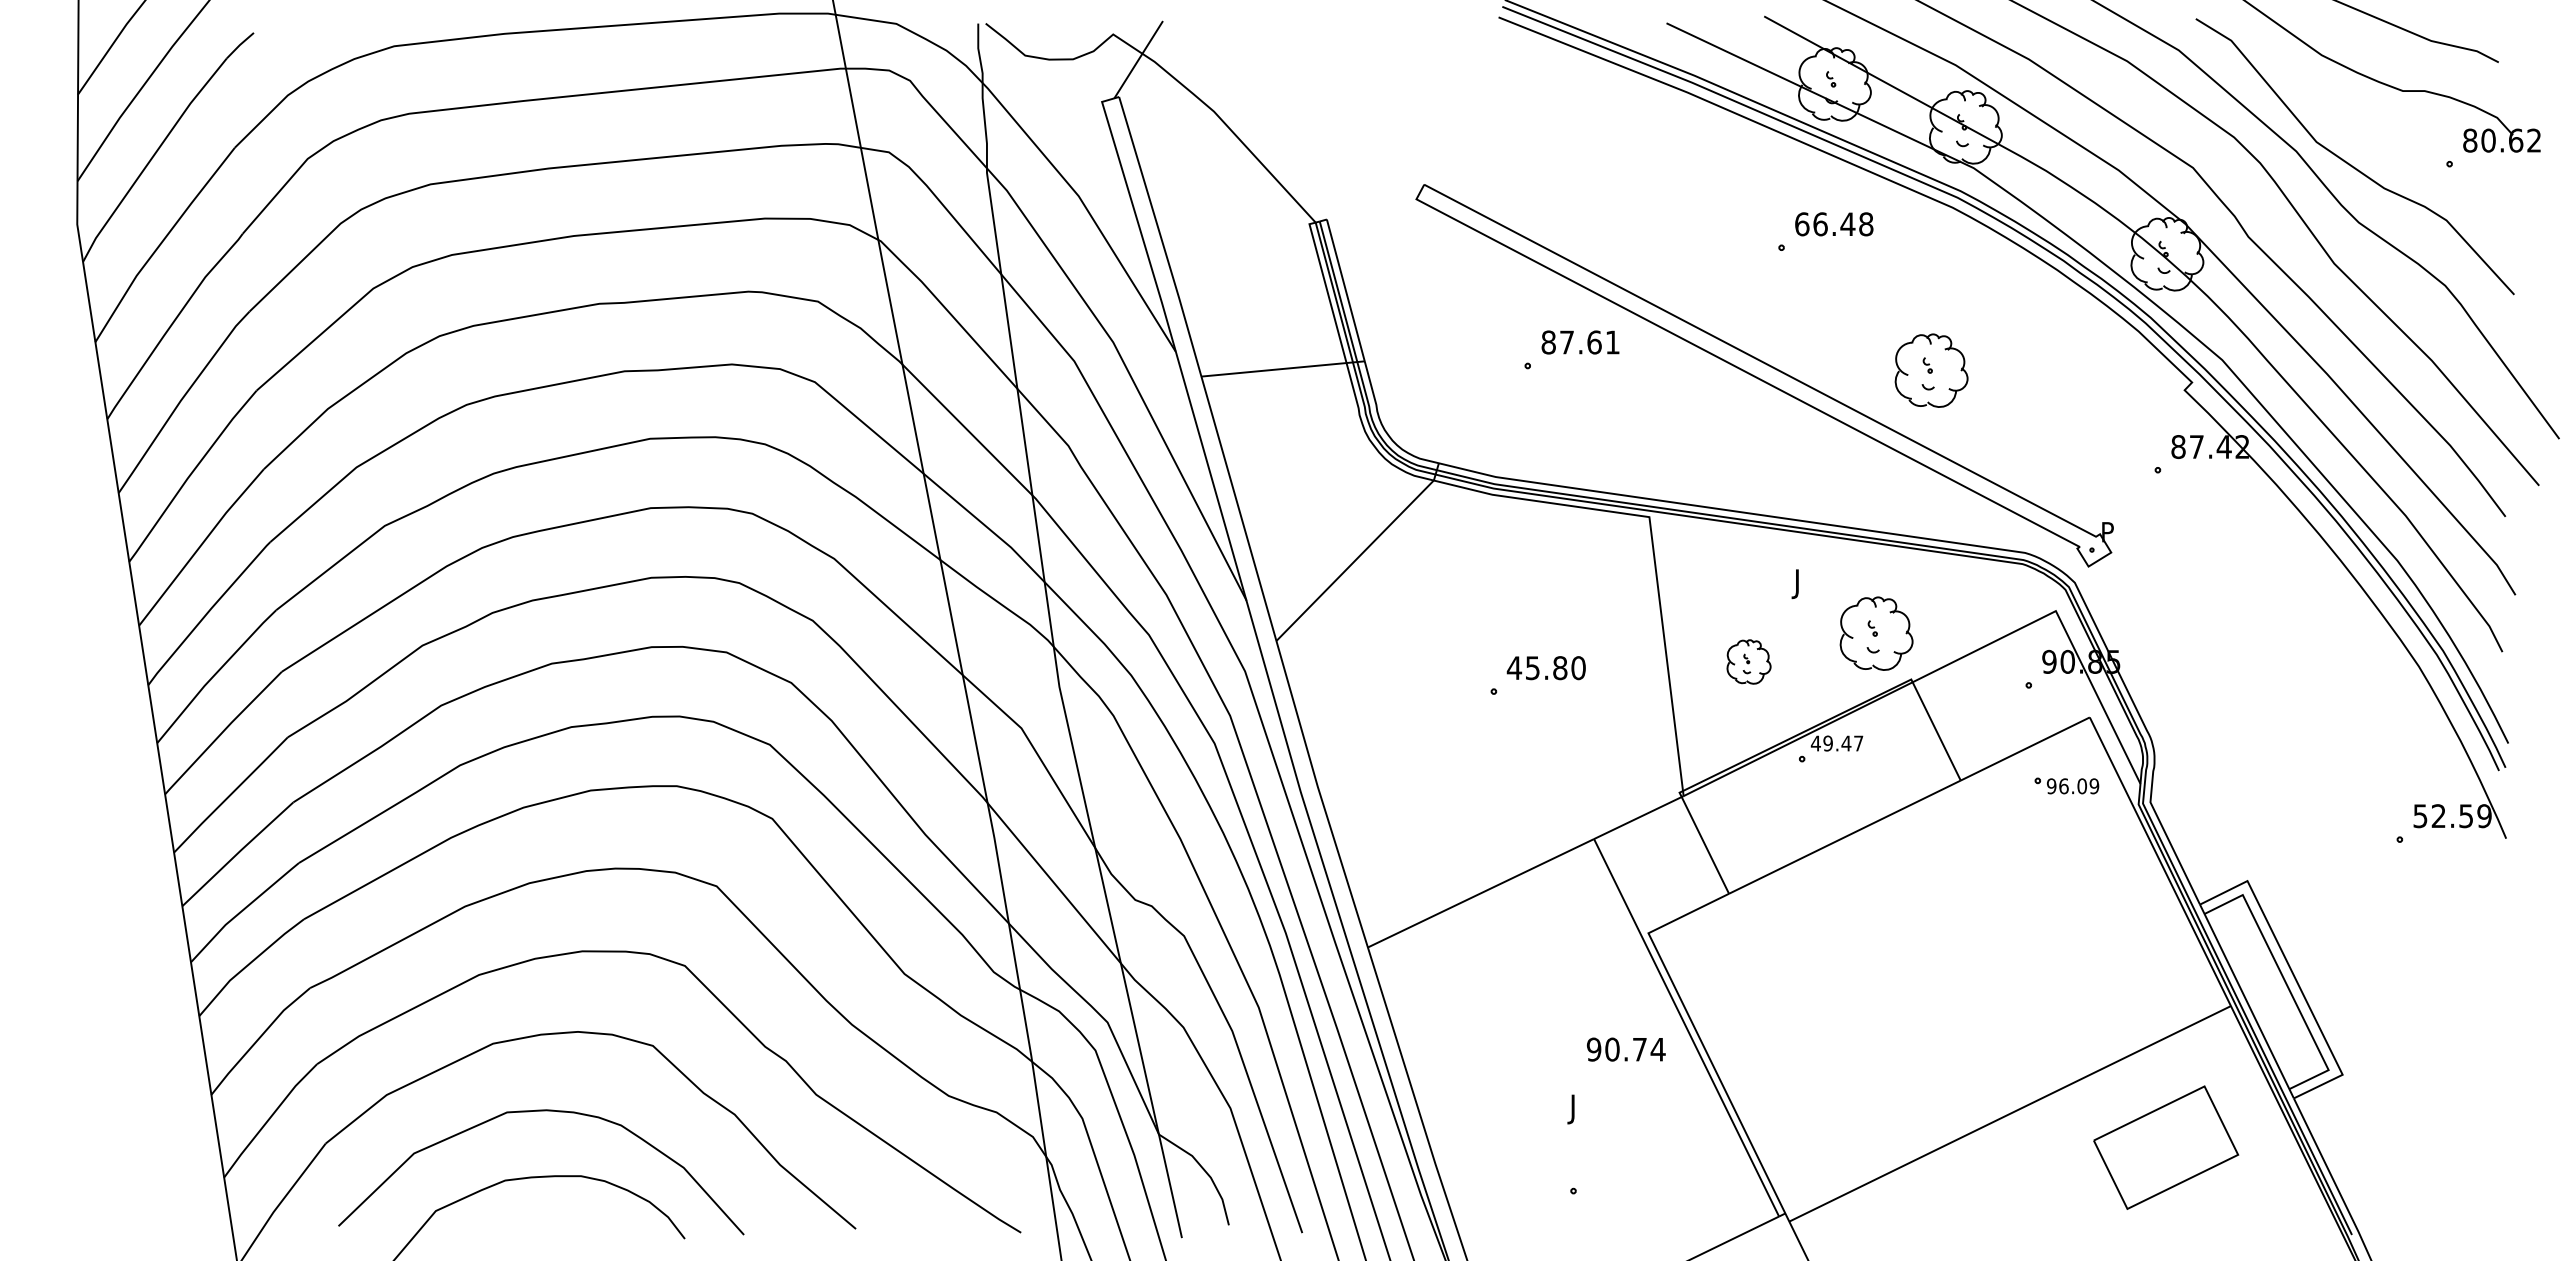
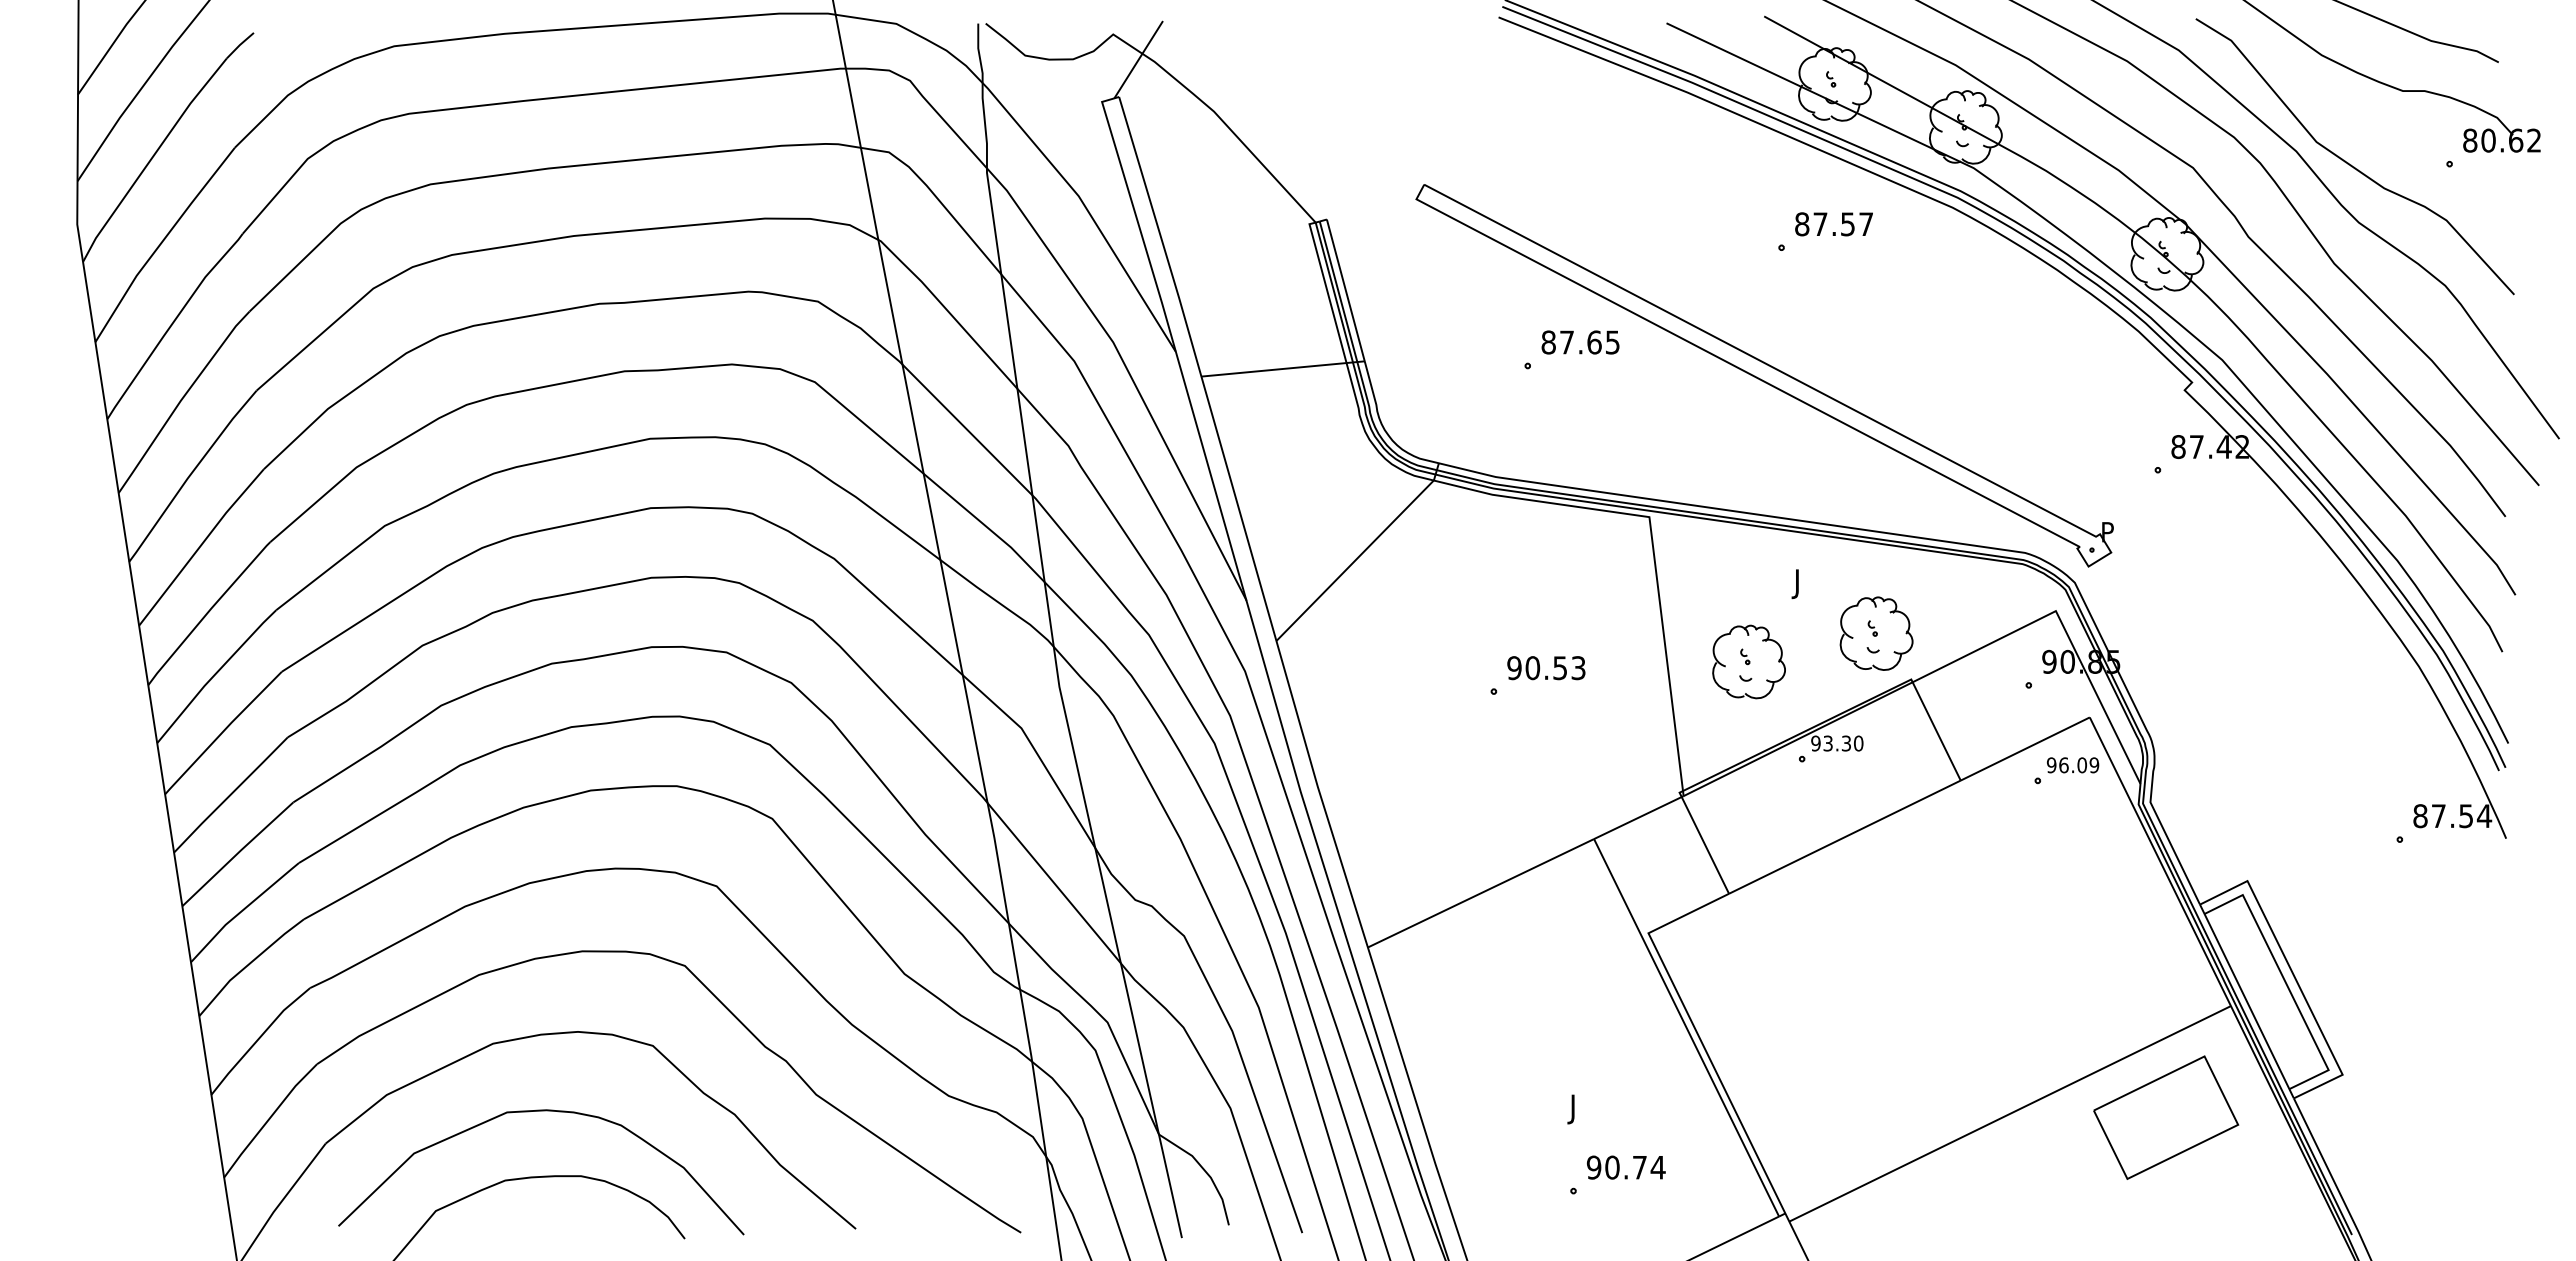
text at (1834, 224): 66.48 -> 87.57
text at (1612, 342): 87.61 -> 87.65
part at (1931, 370): present -> none
part at (1748, 661) size: 46x46 px -> 74x76 px
text at (1545, 668): 45.80 -> 90.53
text at (1836, 743): 49.47 -> 93.30
text at (2073, 786) position: (2073, 786) -> (2073, 765)
text at (2452, 816): 52.59 -> 87.54
text at (1626, 1049) position: (1626, 1049) -> (1626, 1167)
part at (2166, 1147) position: (2166, 1147) -> (2166, 1117)
